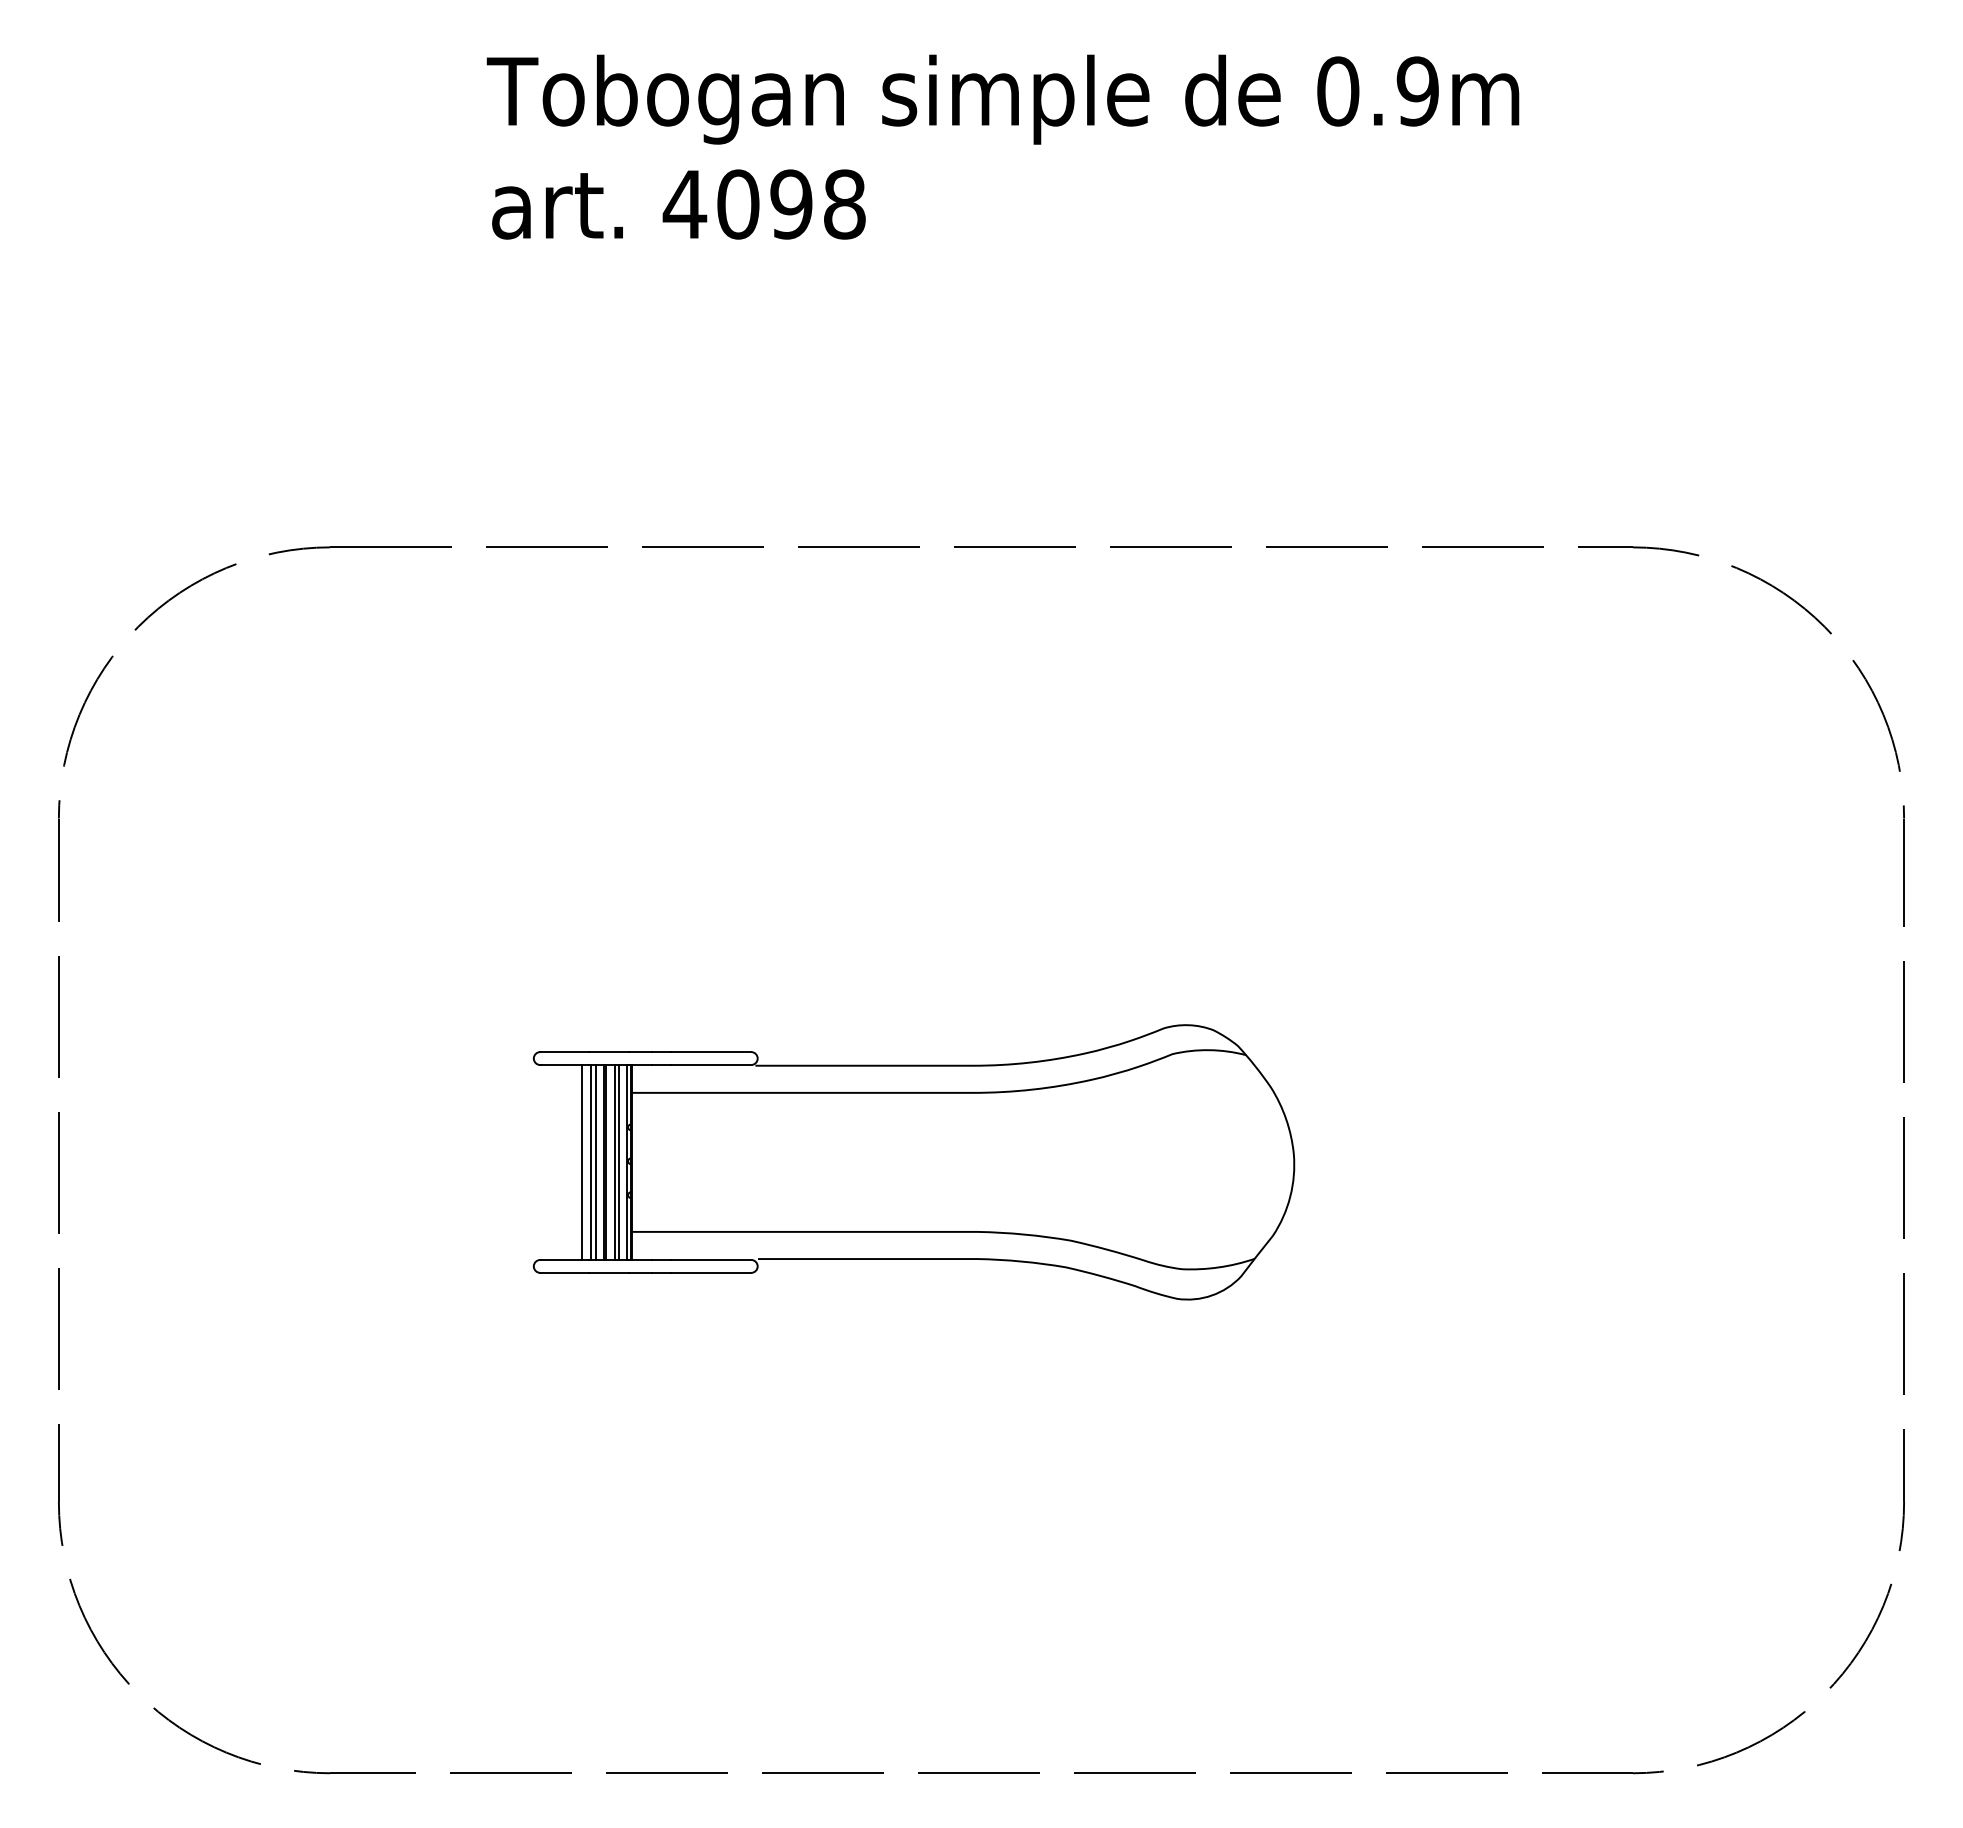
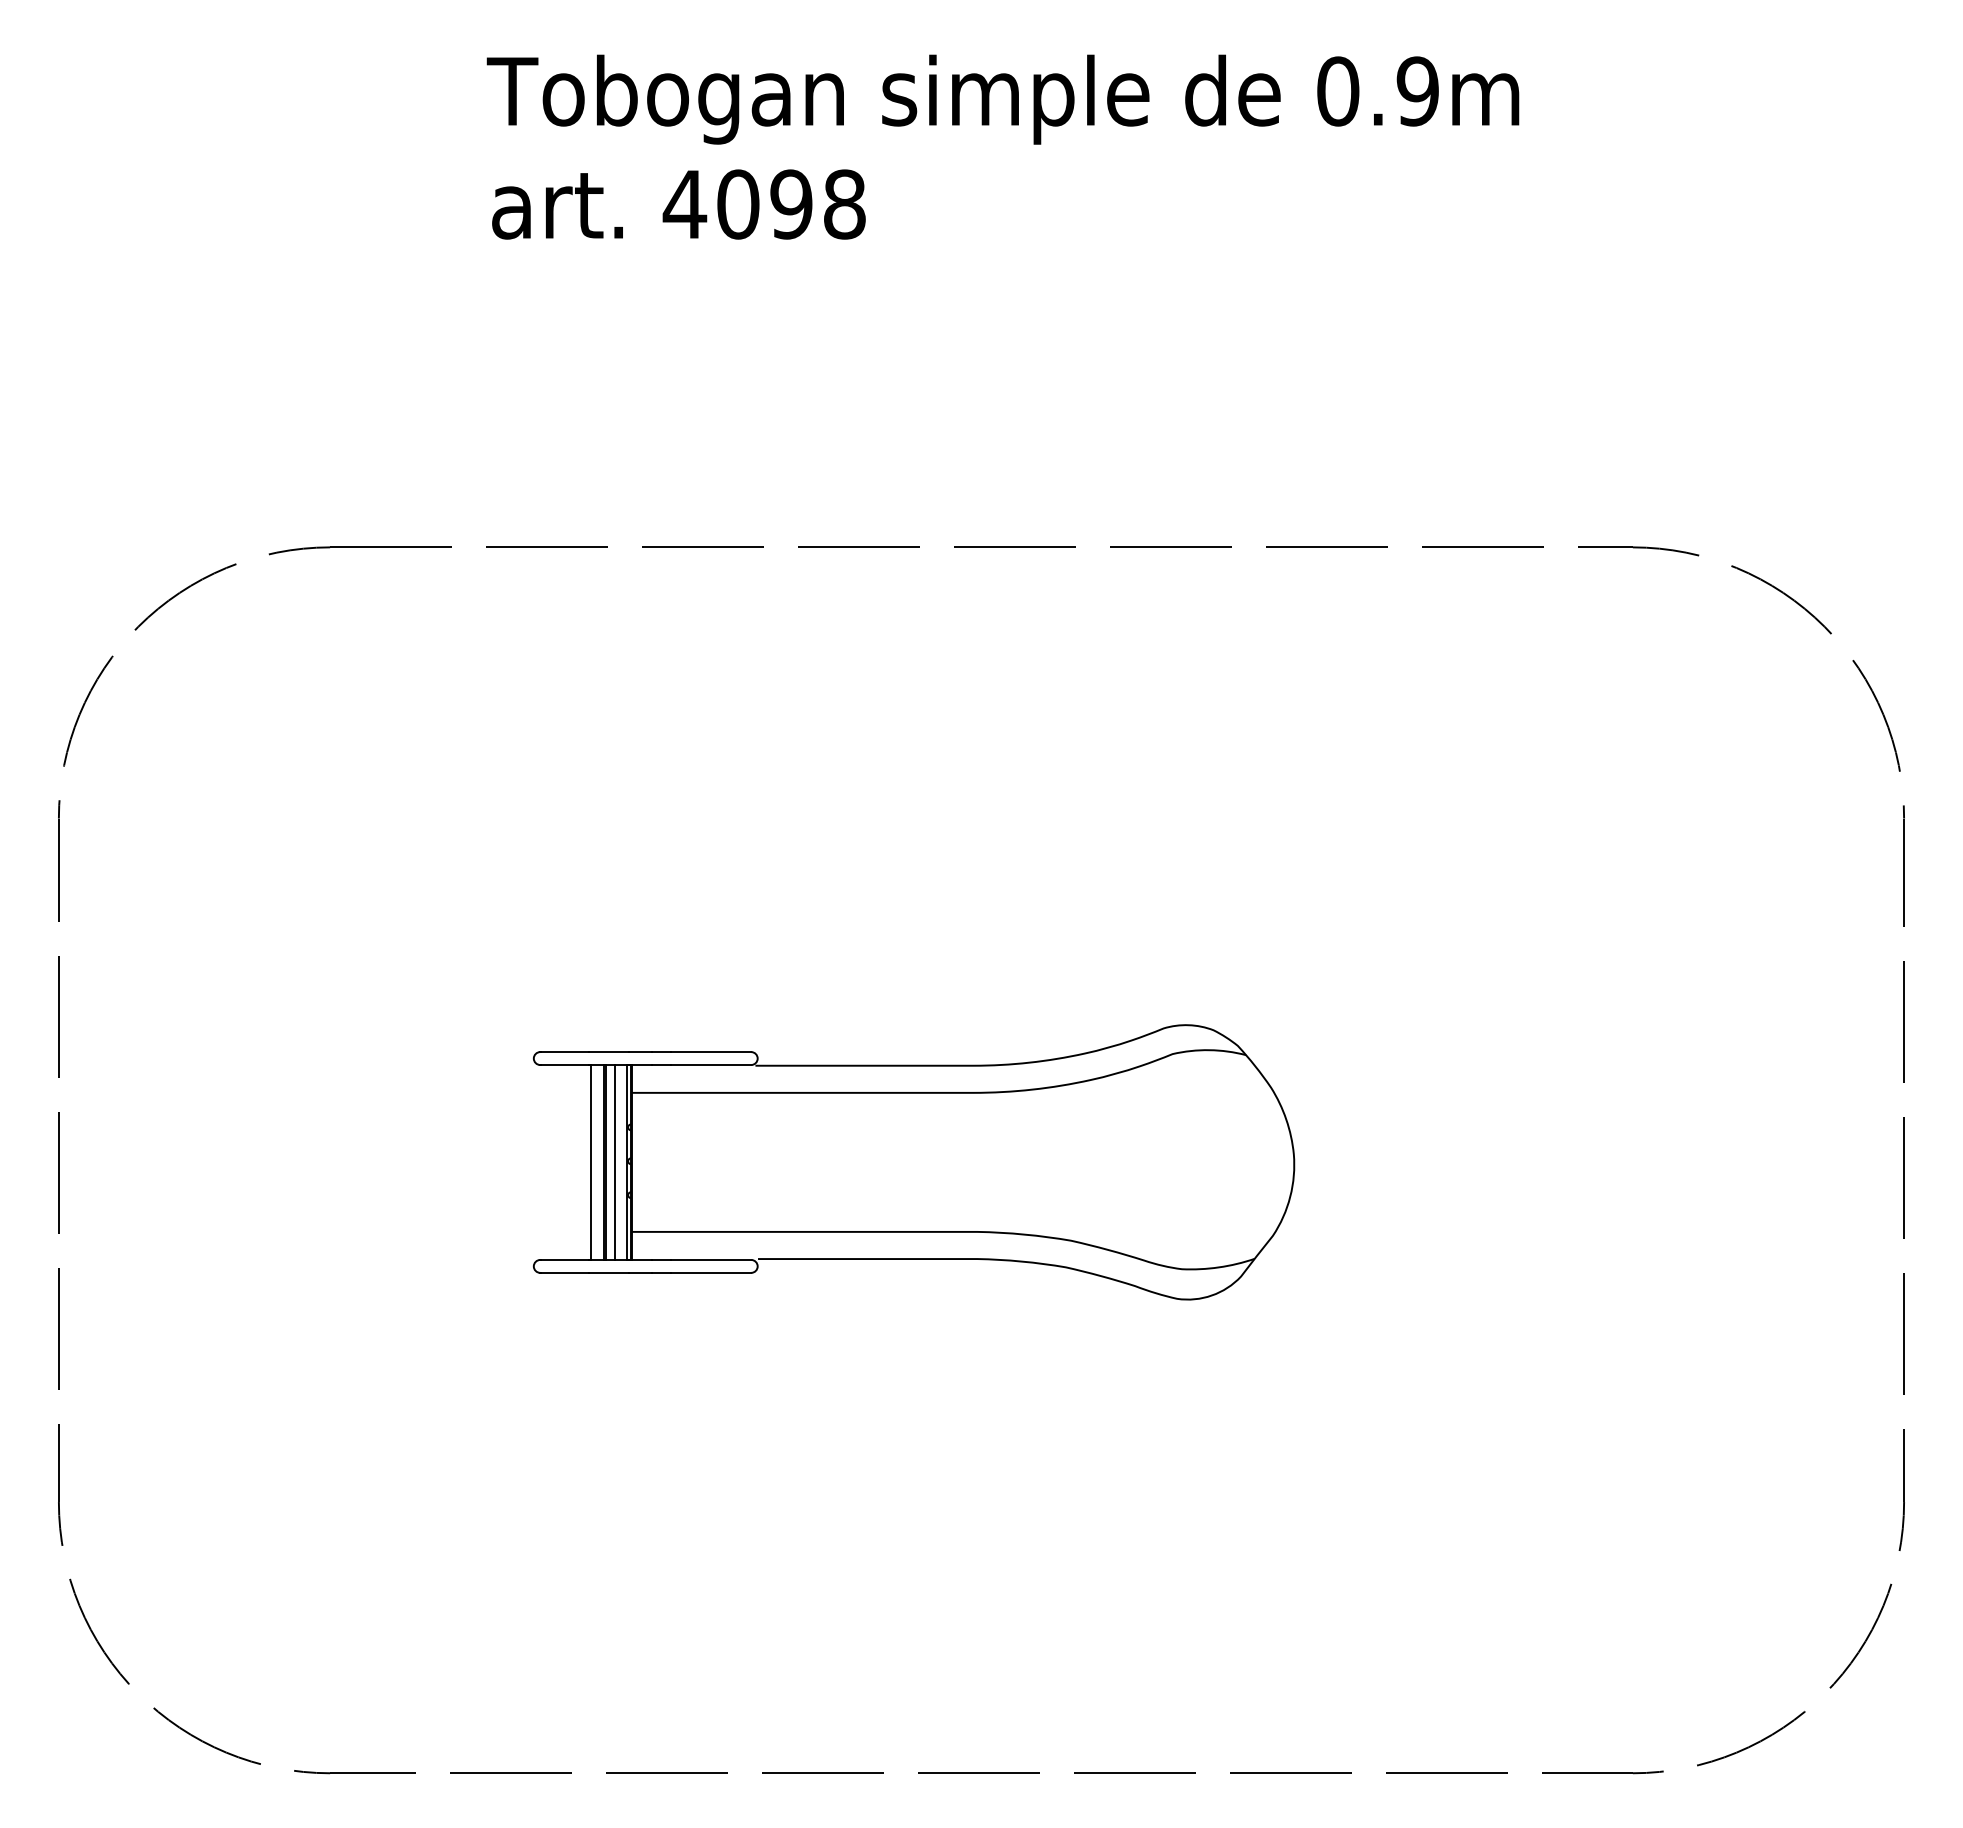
line at (582, 1162): present -> none
line at (595, 1162): present -> none
line at (618, 1162): present -> none
